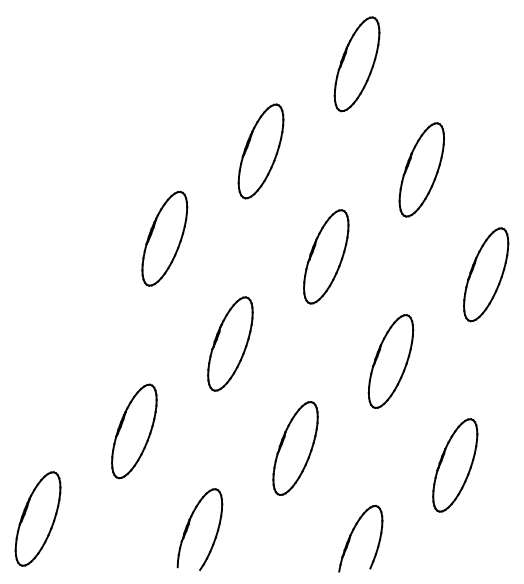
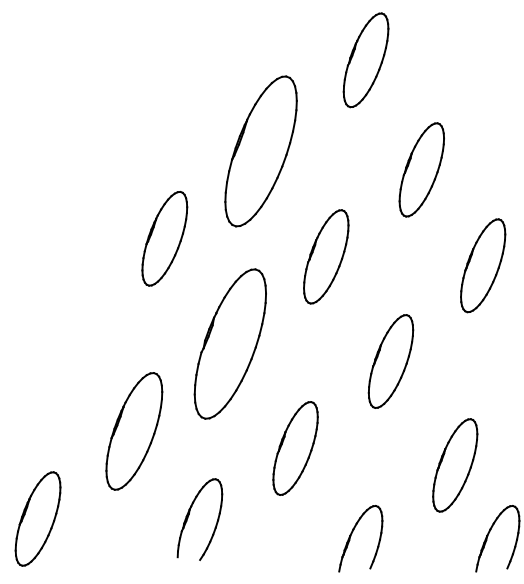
part at (356, 64) position: (356, 64) -> (365, 60)
part at (260, 151) size: 48x97 px -> 74x153 px
part at (486, 274) position: (486, 274) -> (483, 265)
part at (230, 343) size: 47x96 px -> 74x152 px
part at (134, 431) size: 47x97 px -> 59x119 px
part at (189, 525) position: (189, 525) -> (189, 515)
part at (488, 536): none -> present
